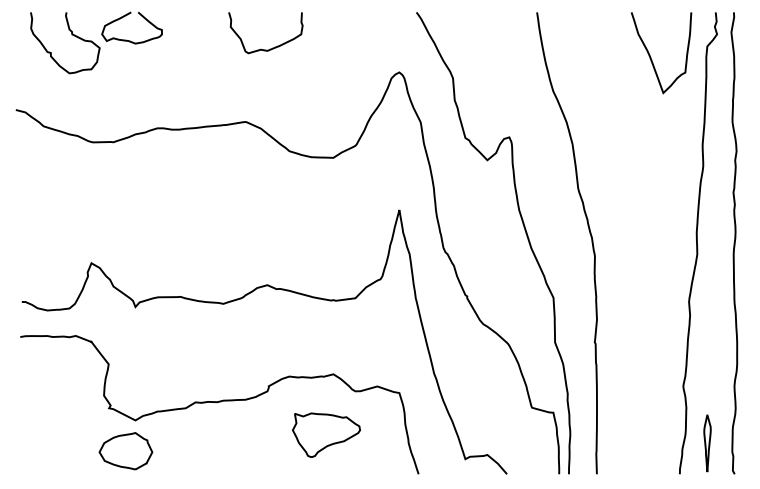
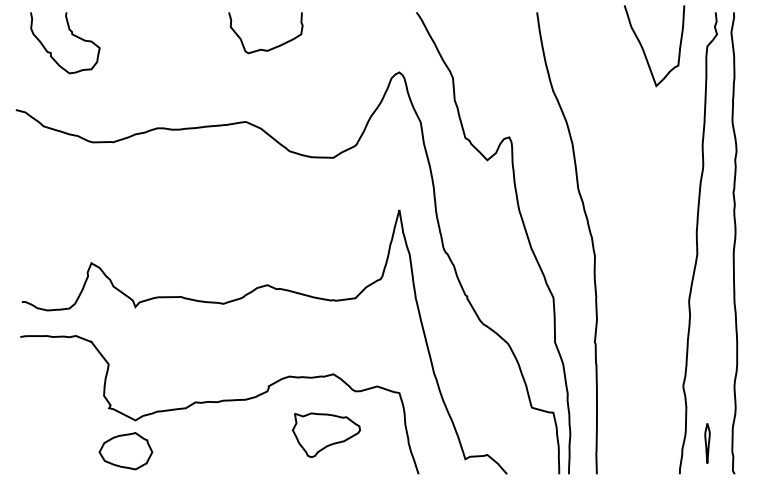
curve at (124, 17): present -> none
curve at (651, 57) position: (651, 57) -> (644, 50)
part at (707, 443) size: 9x59 px -> 7x41 px
